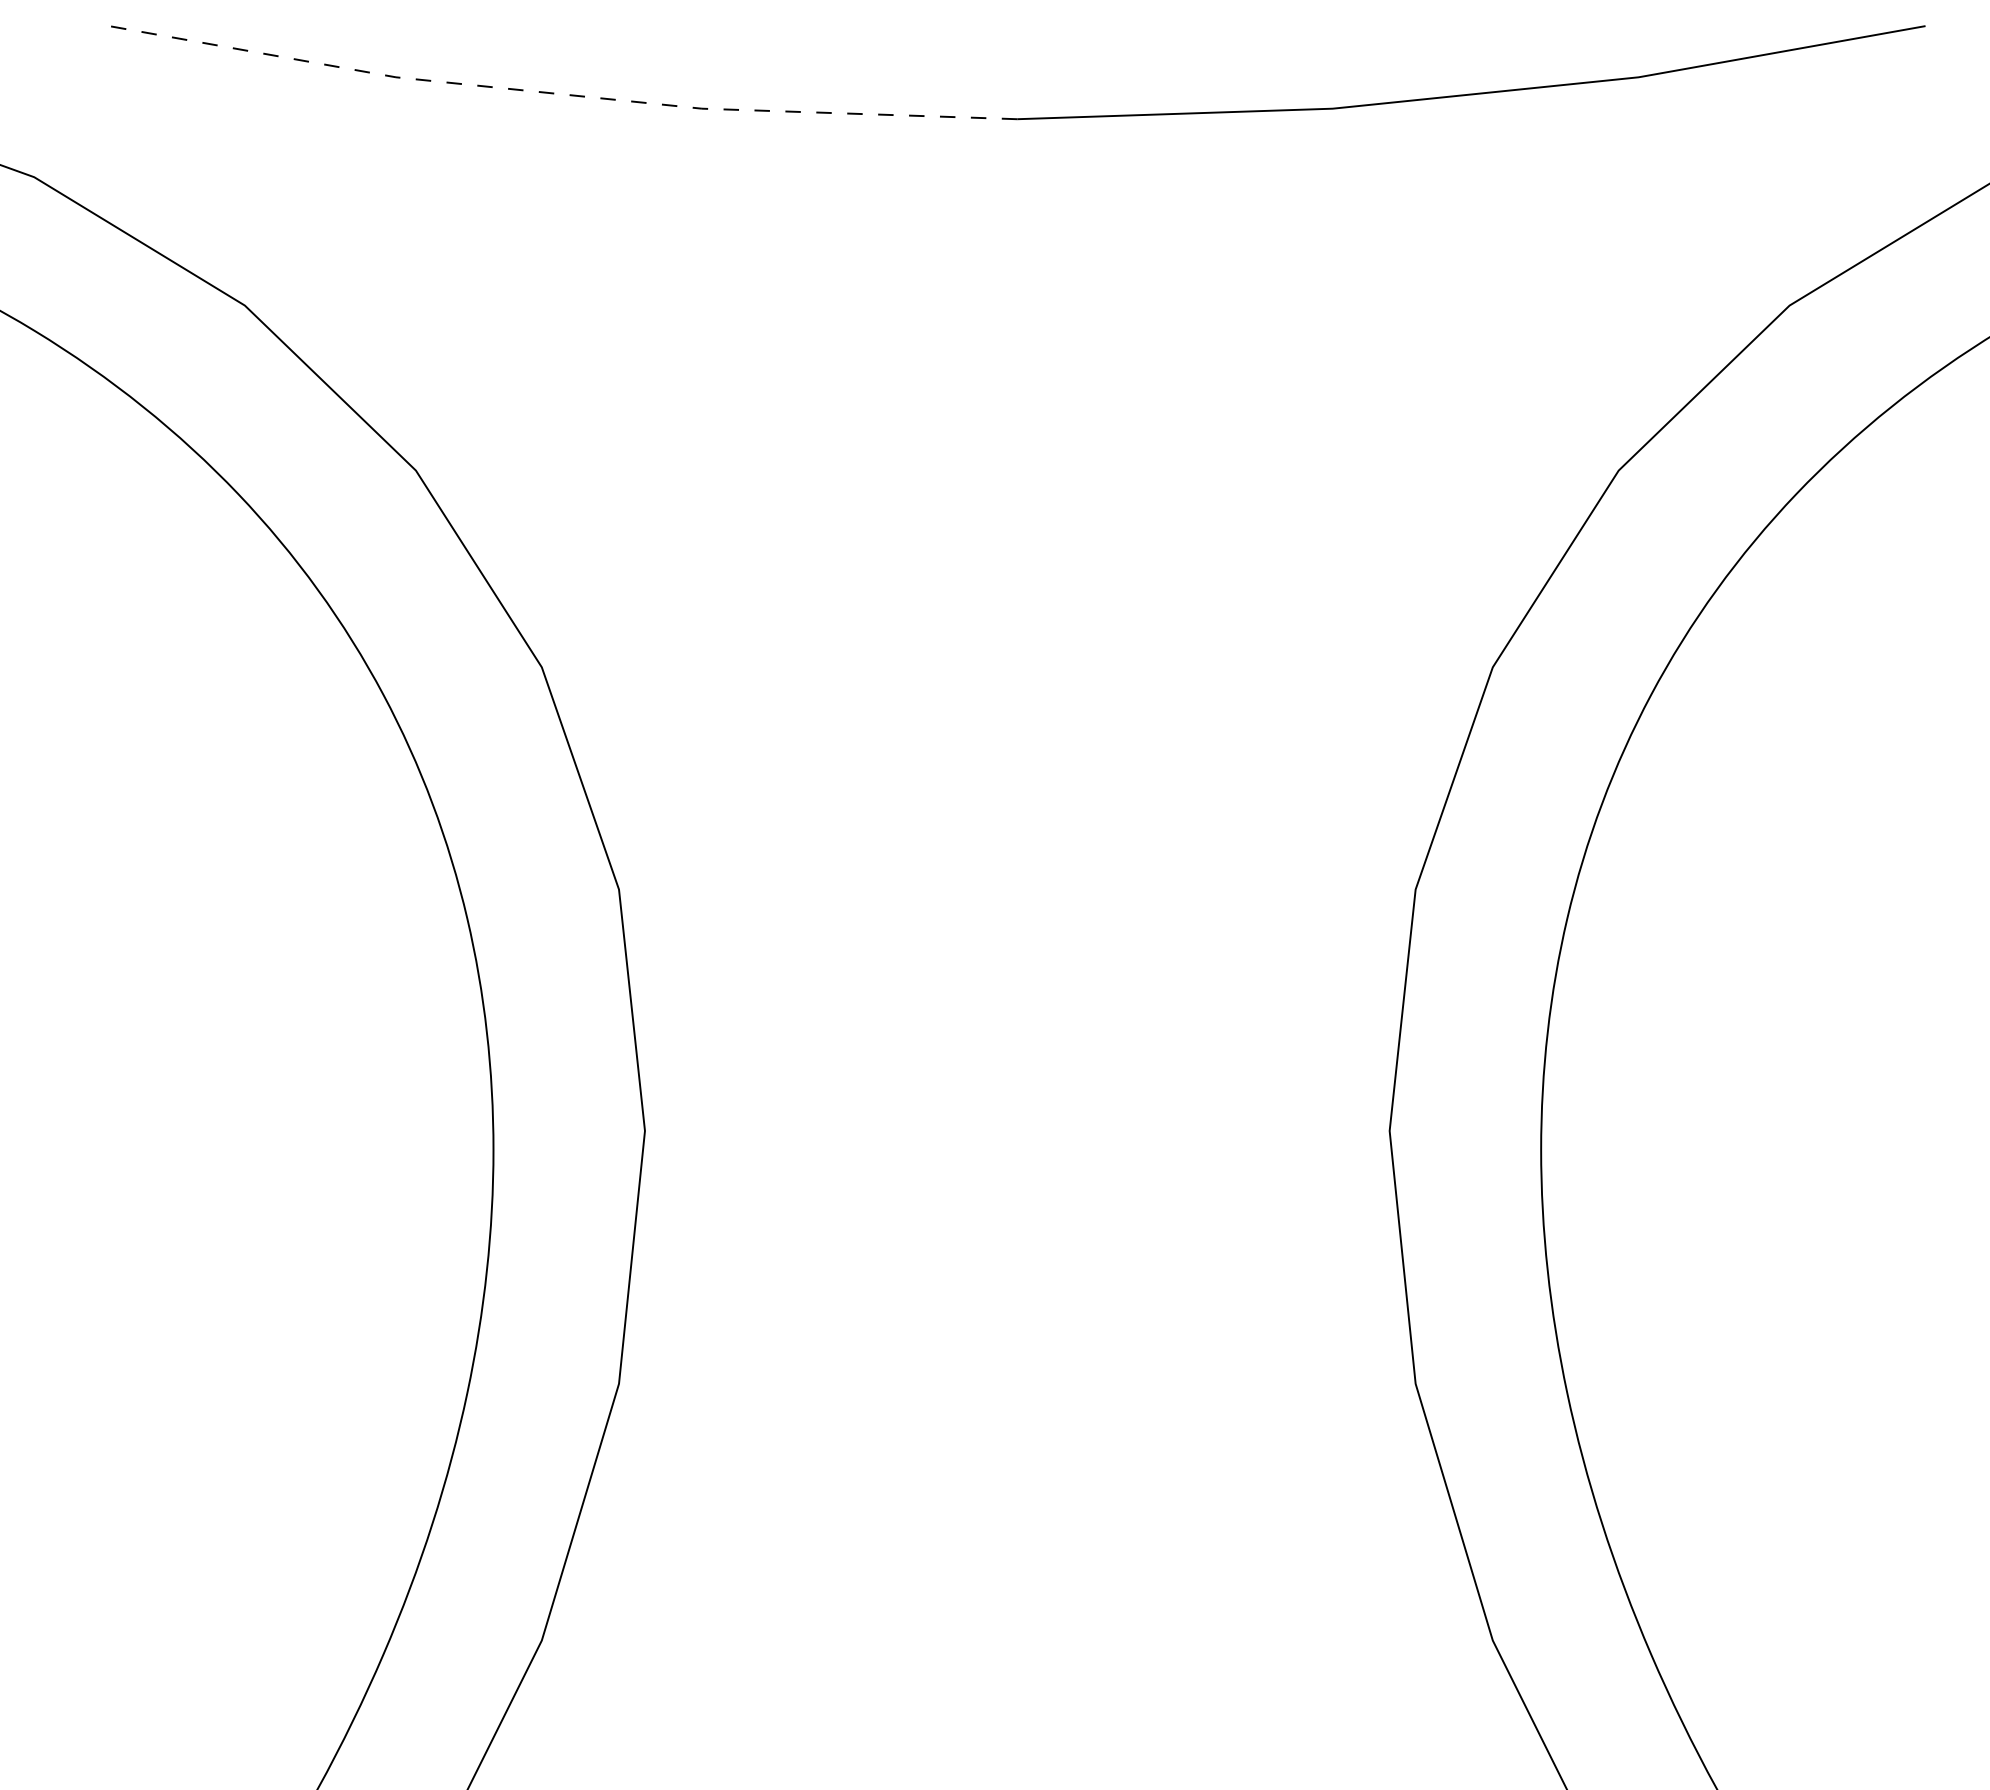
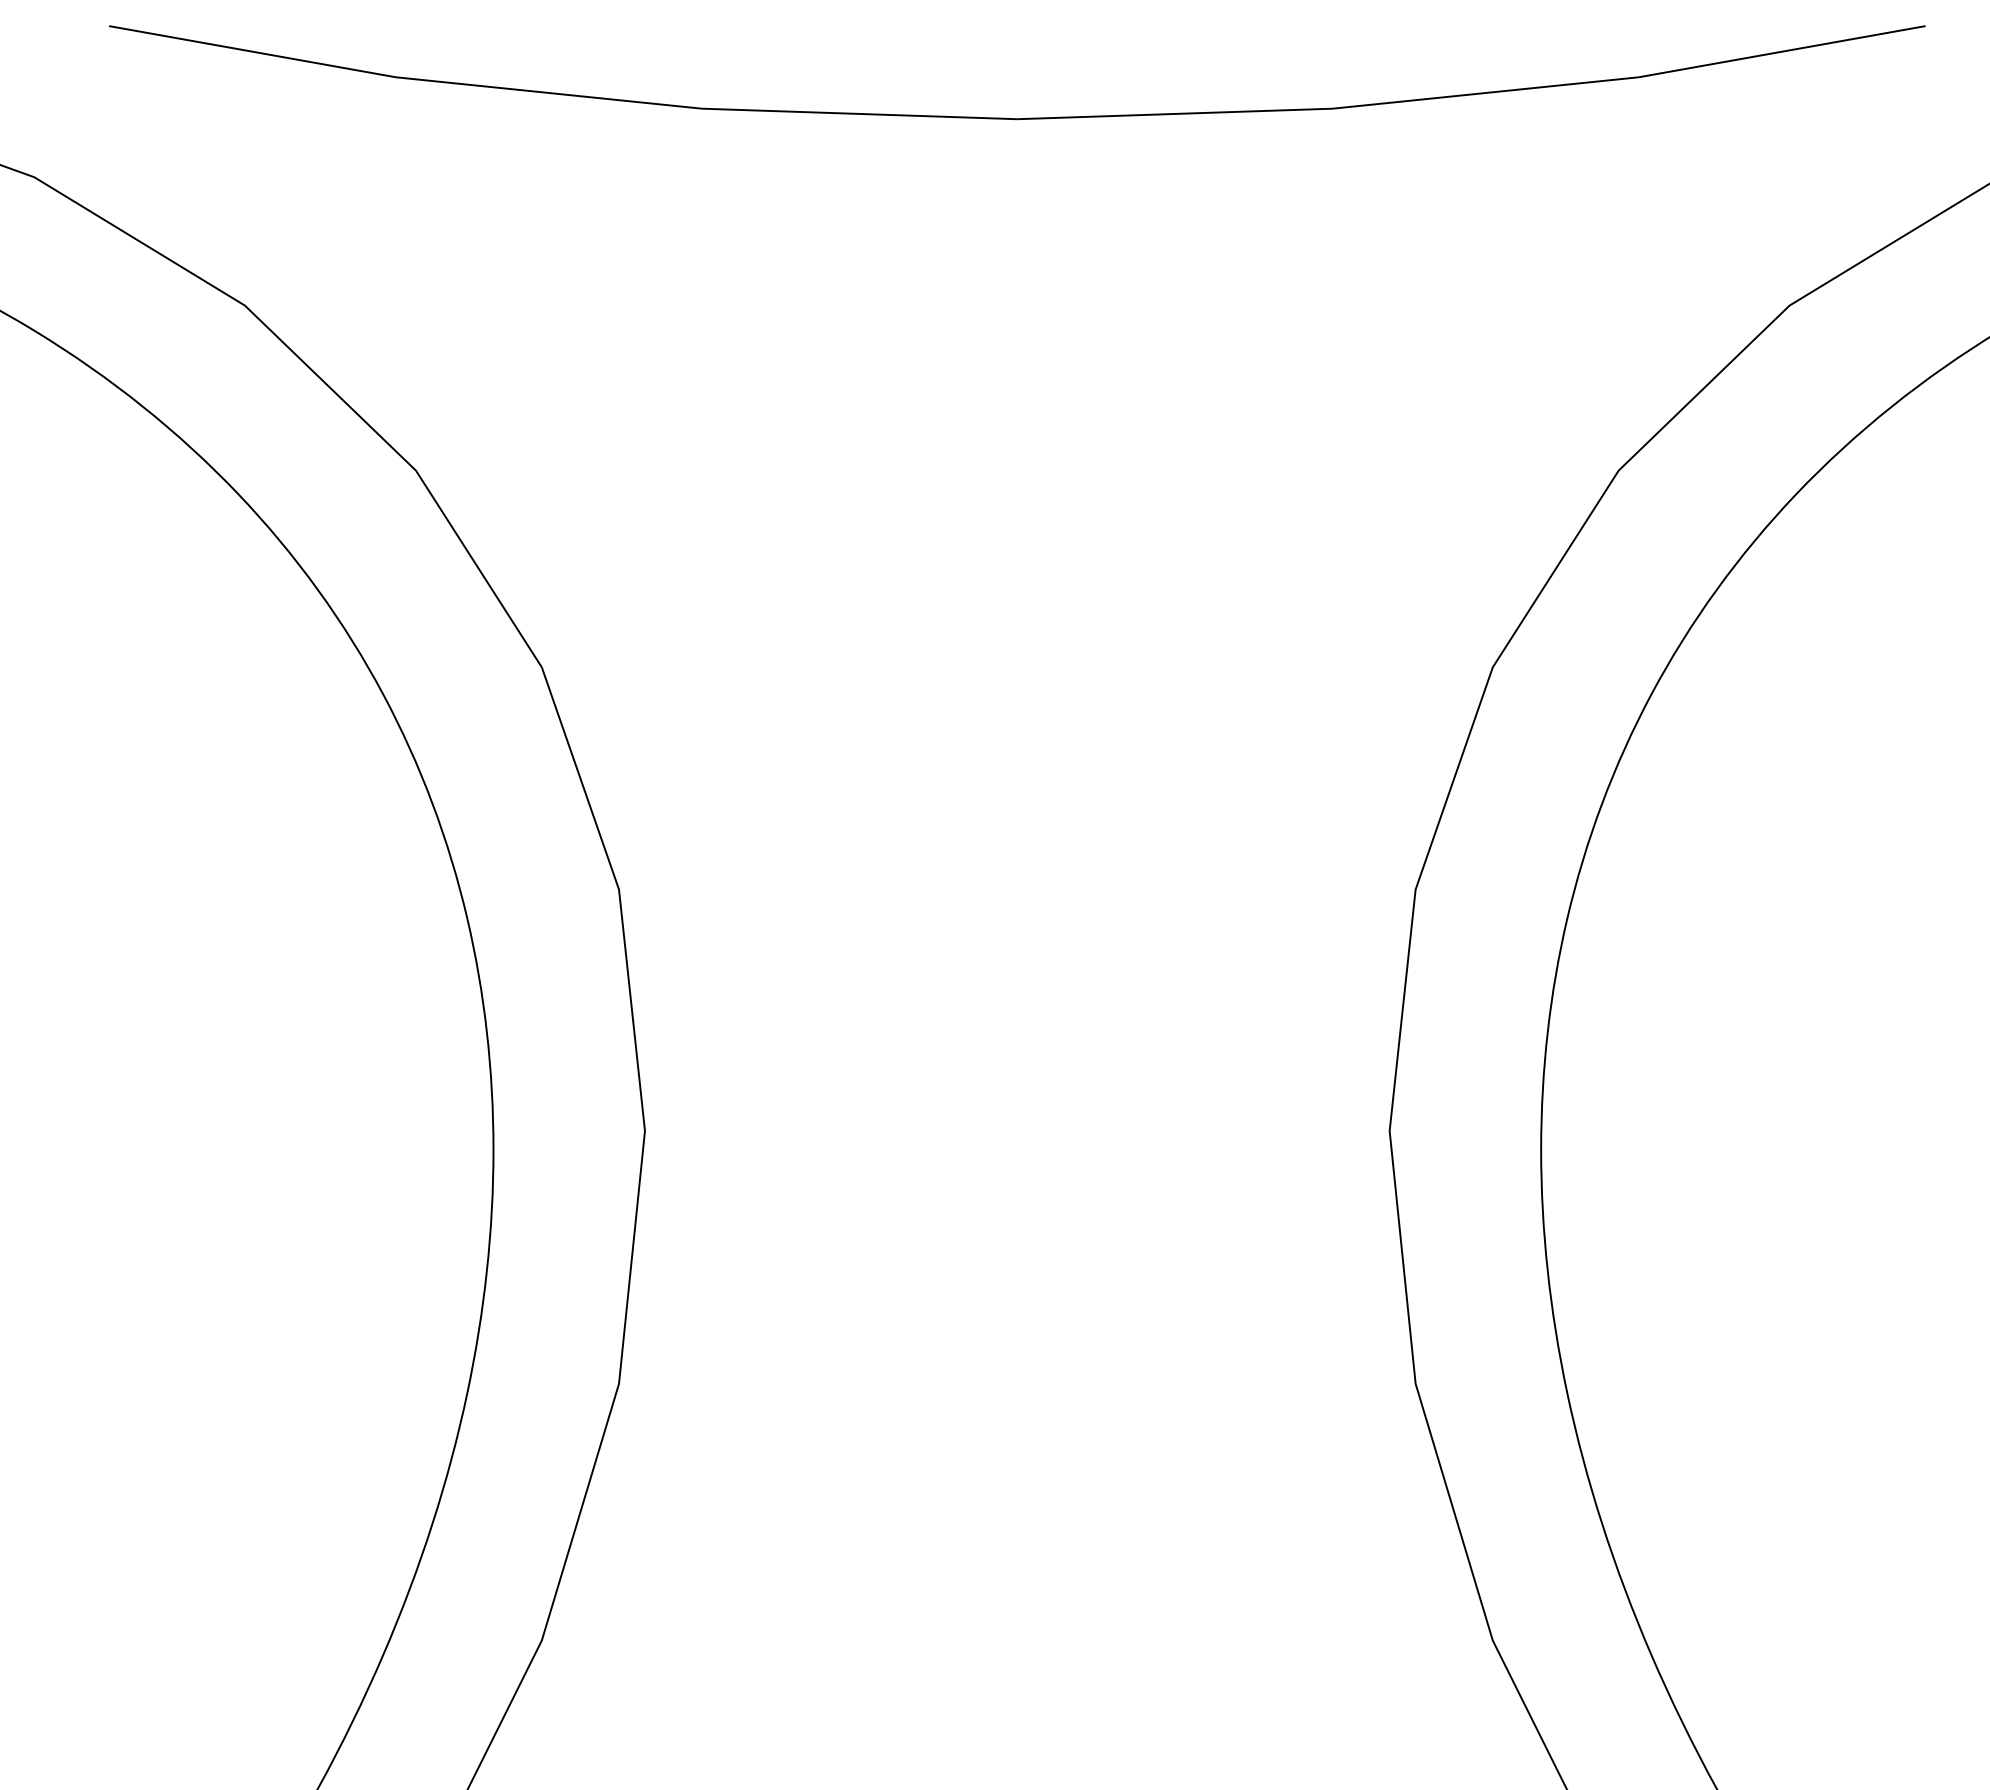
line at (560, 94): dashed -> solid
